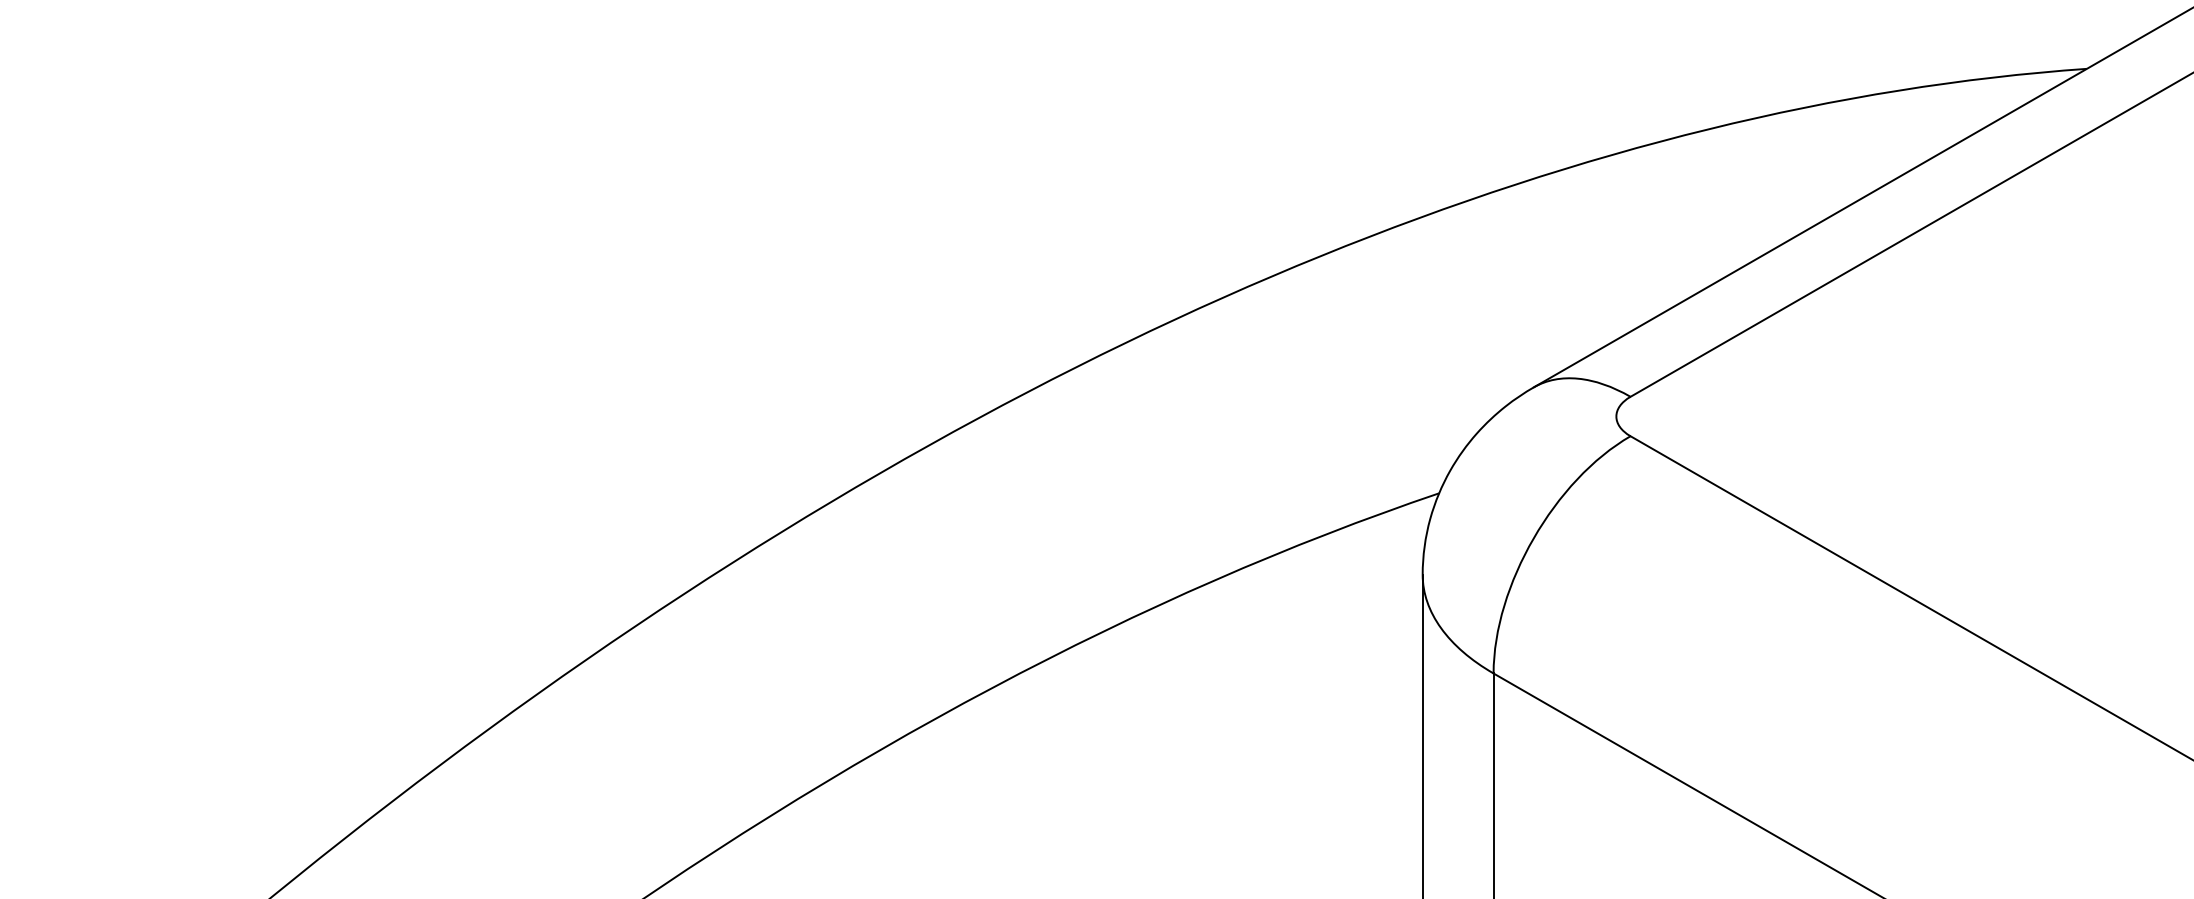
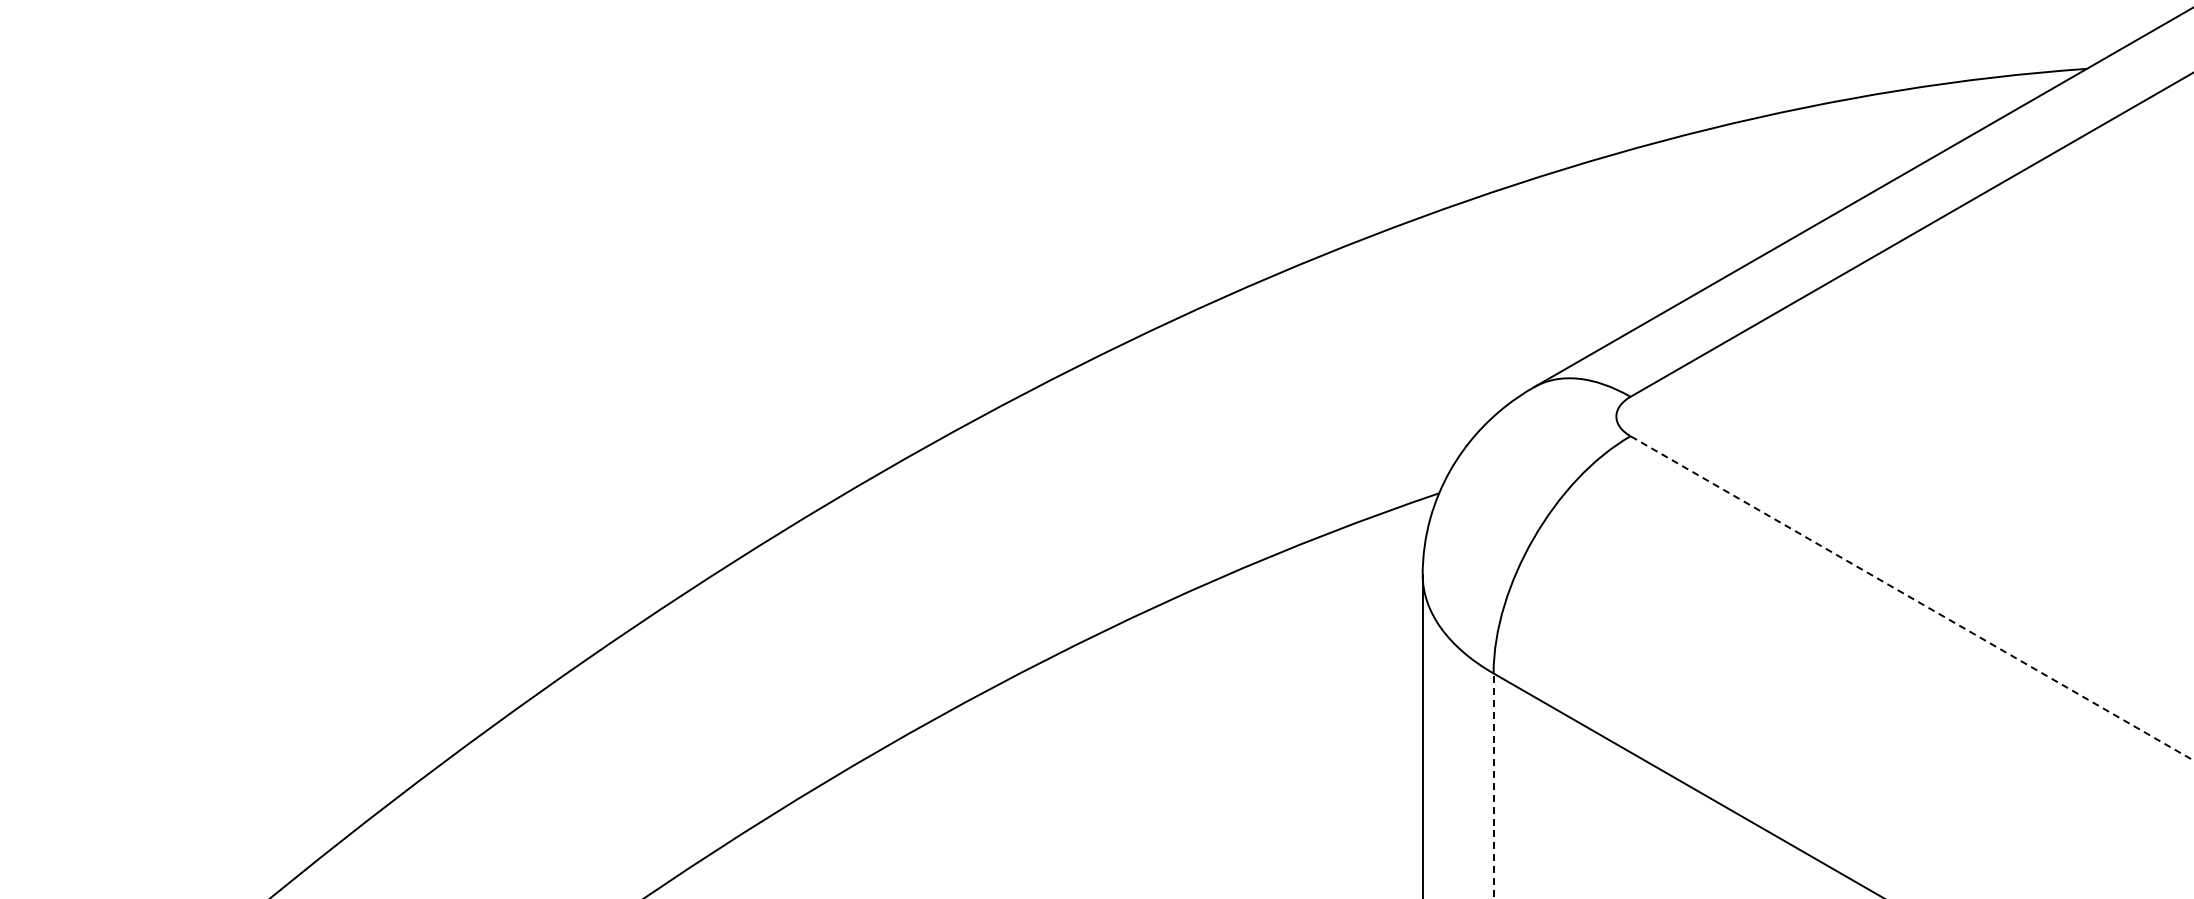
line at (1912, 598): solid -> dashed
line at (1493, 785): solid -> dashed
